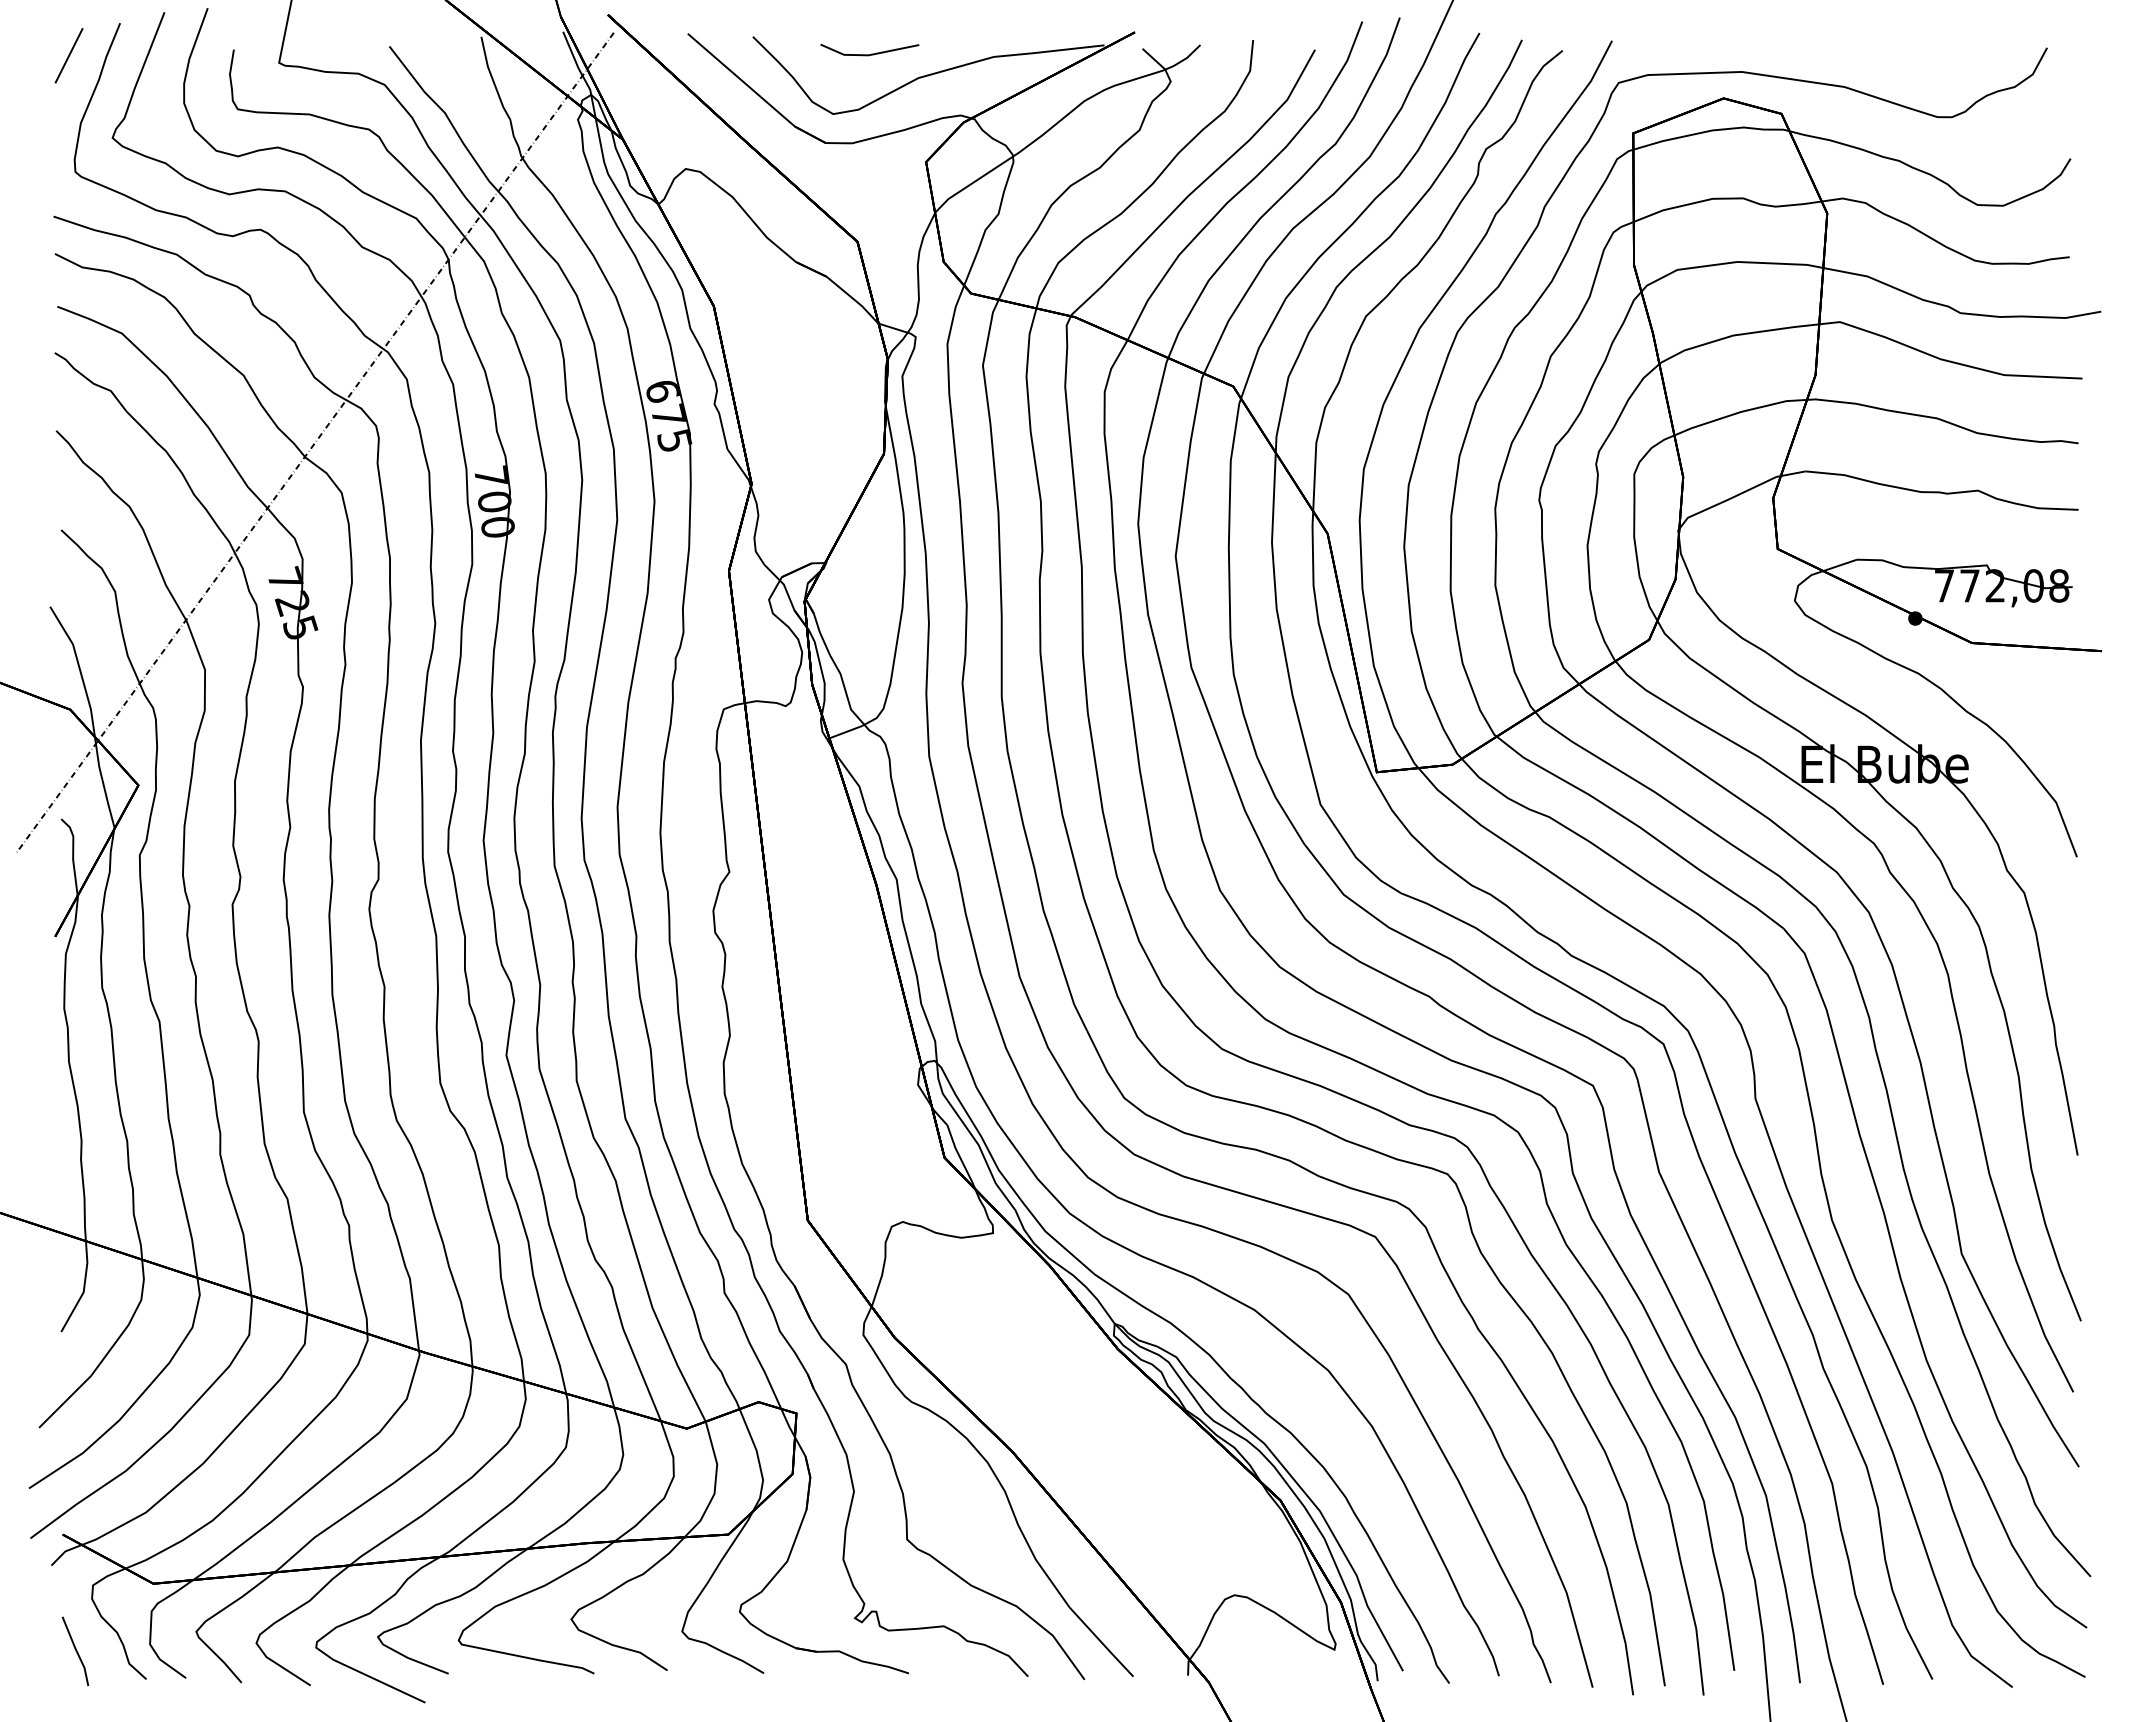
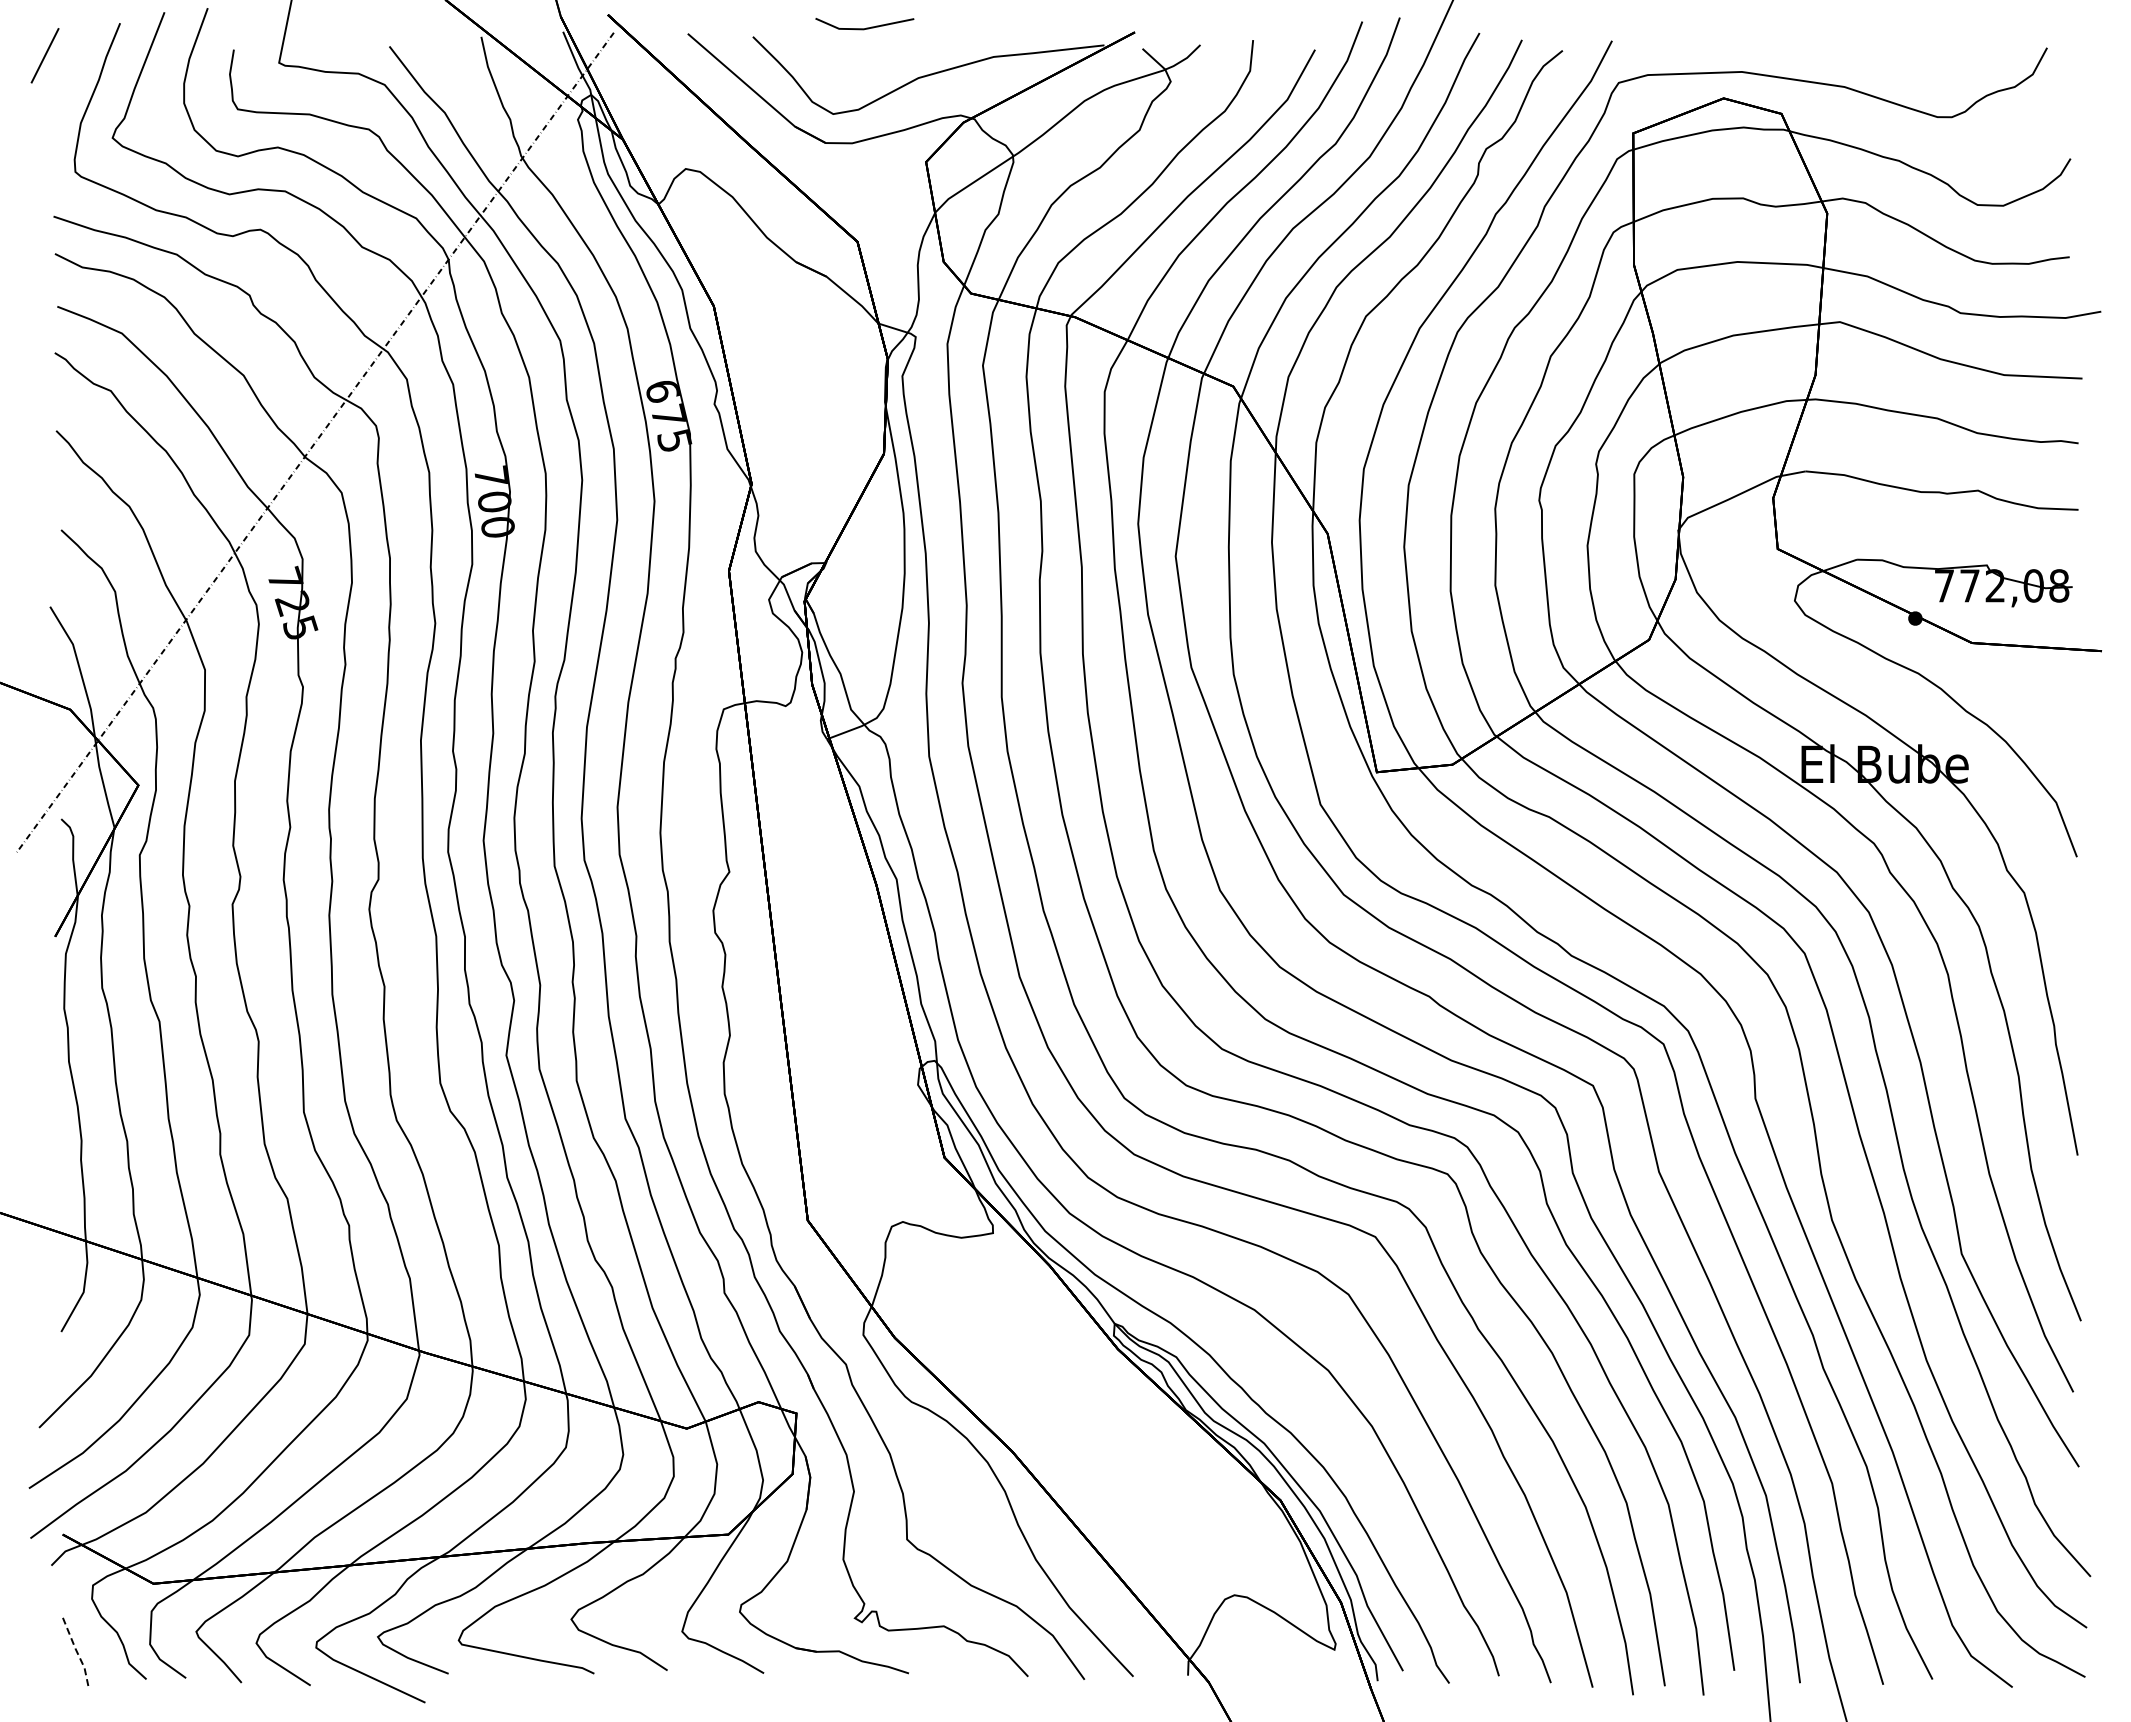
line at (871, 53) position: (871, 53) -> (866, 27)
line at (68, 55) position: (68, 55) -> (44, 55)
line at (76, 1651): solid -> dashed
